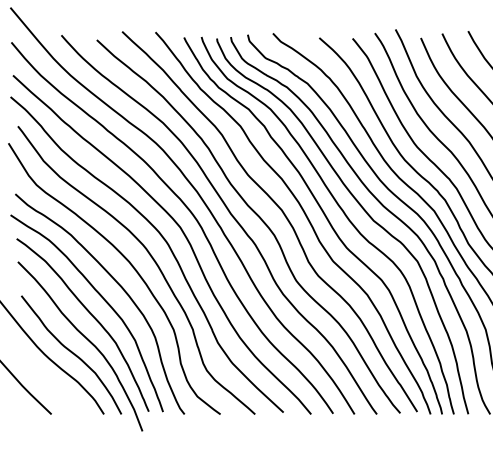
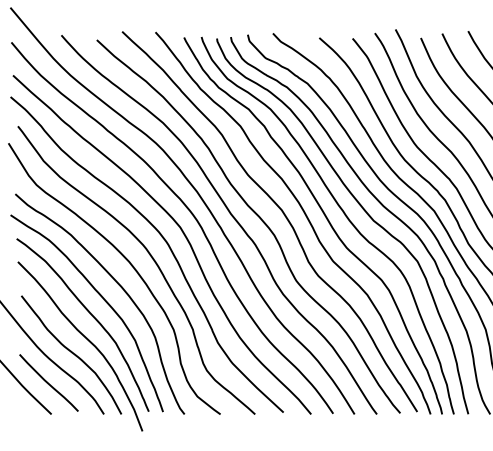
curve at (48, 382): none -> present
